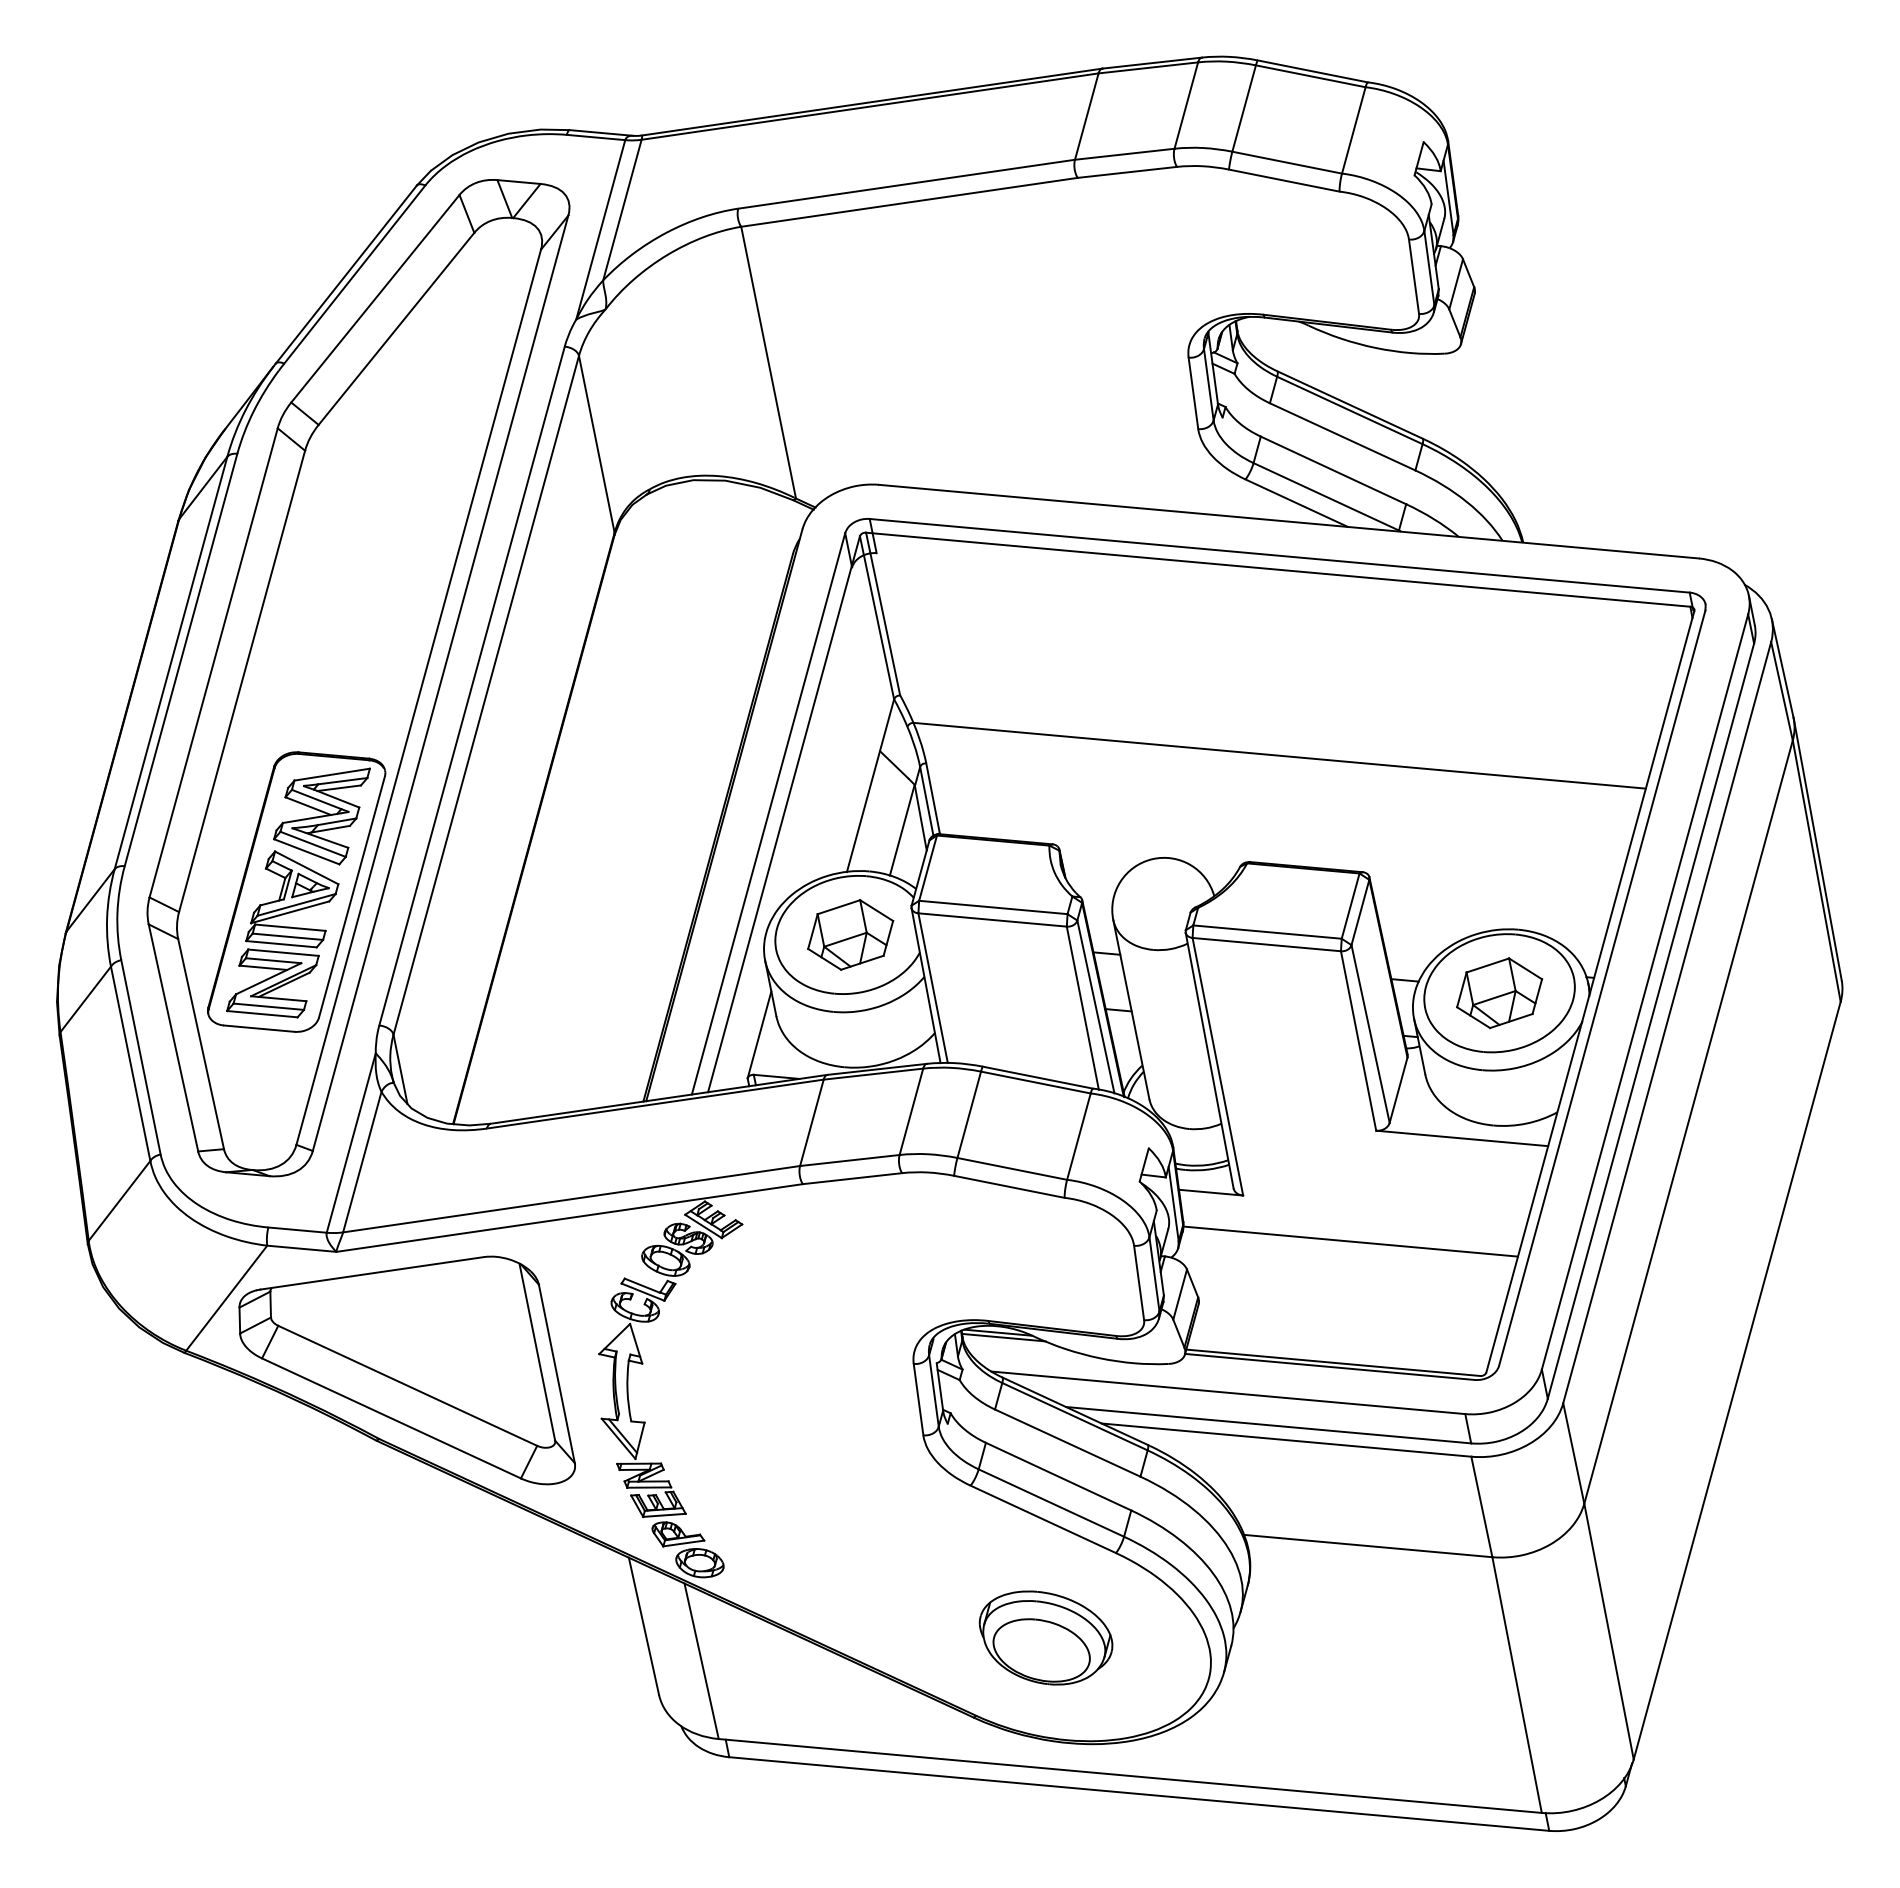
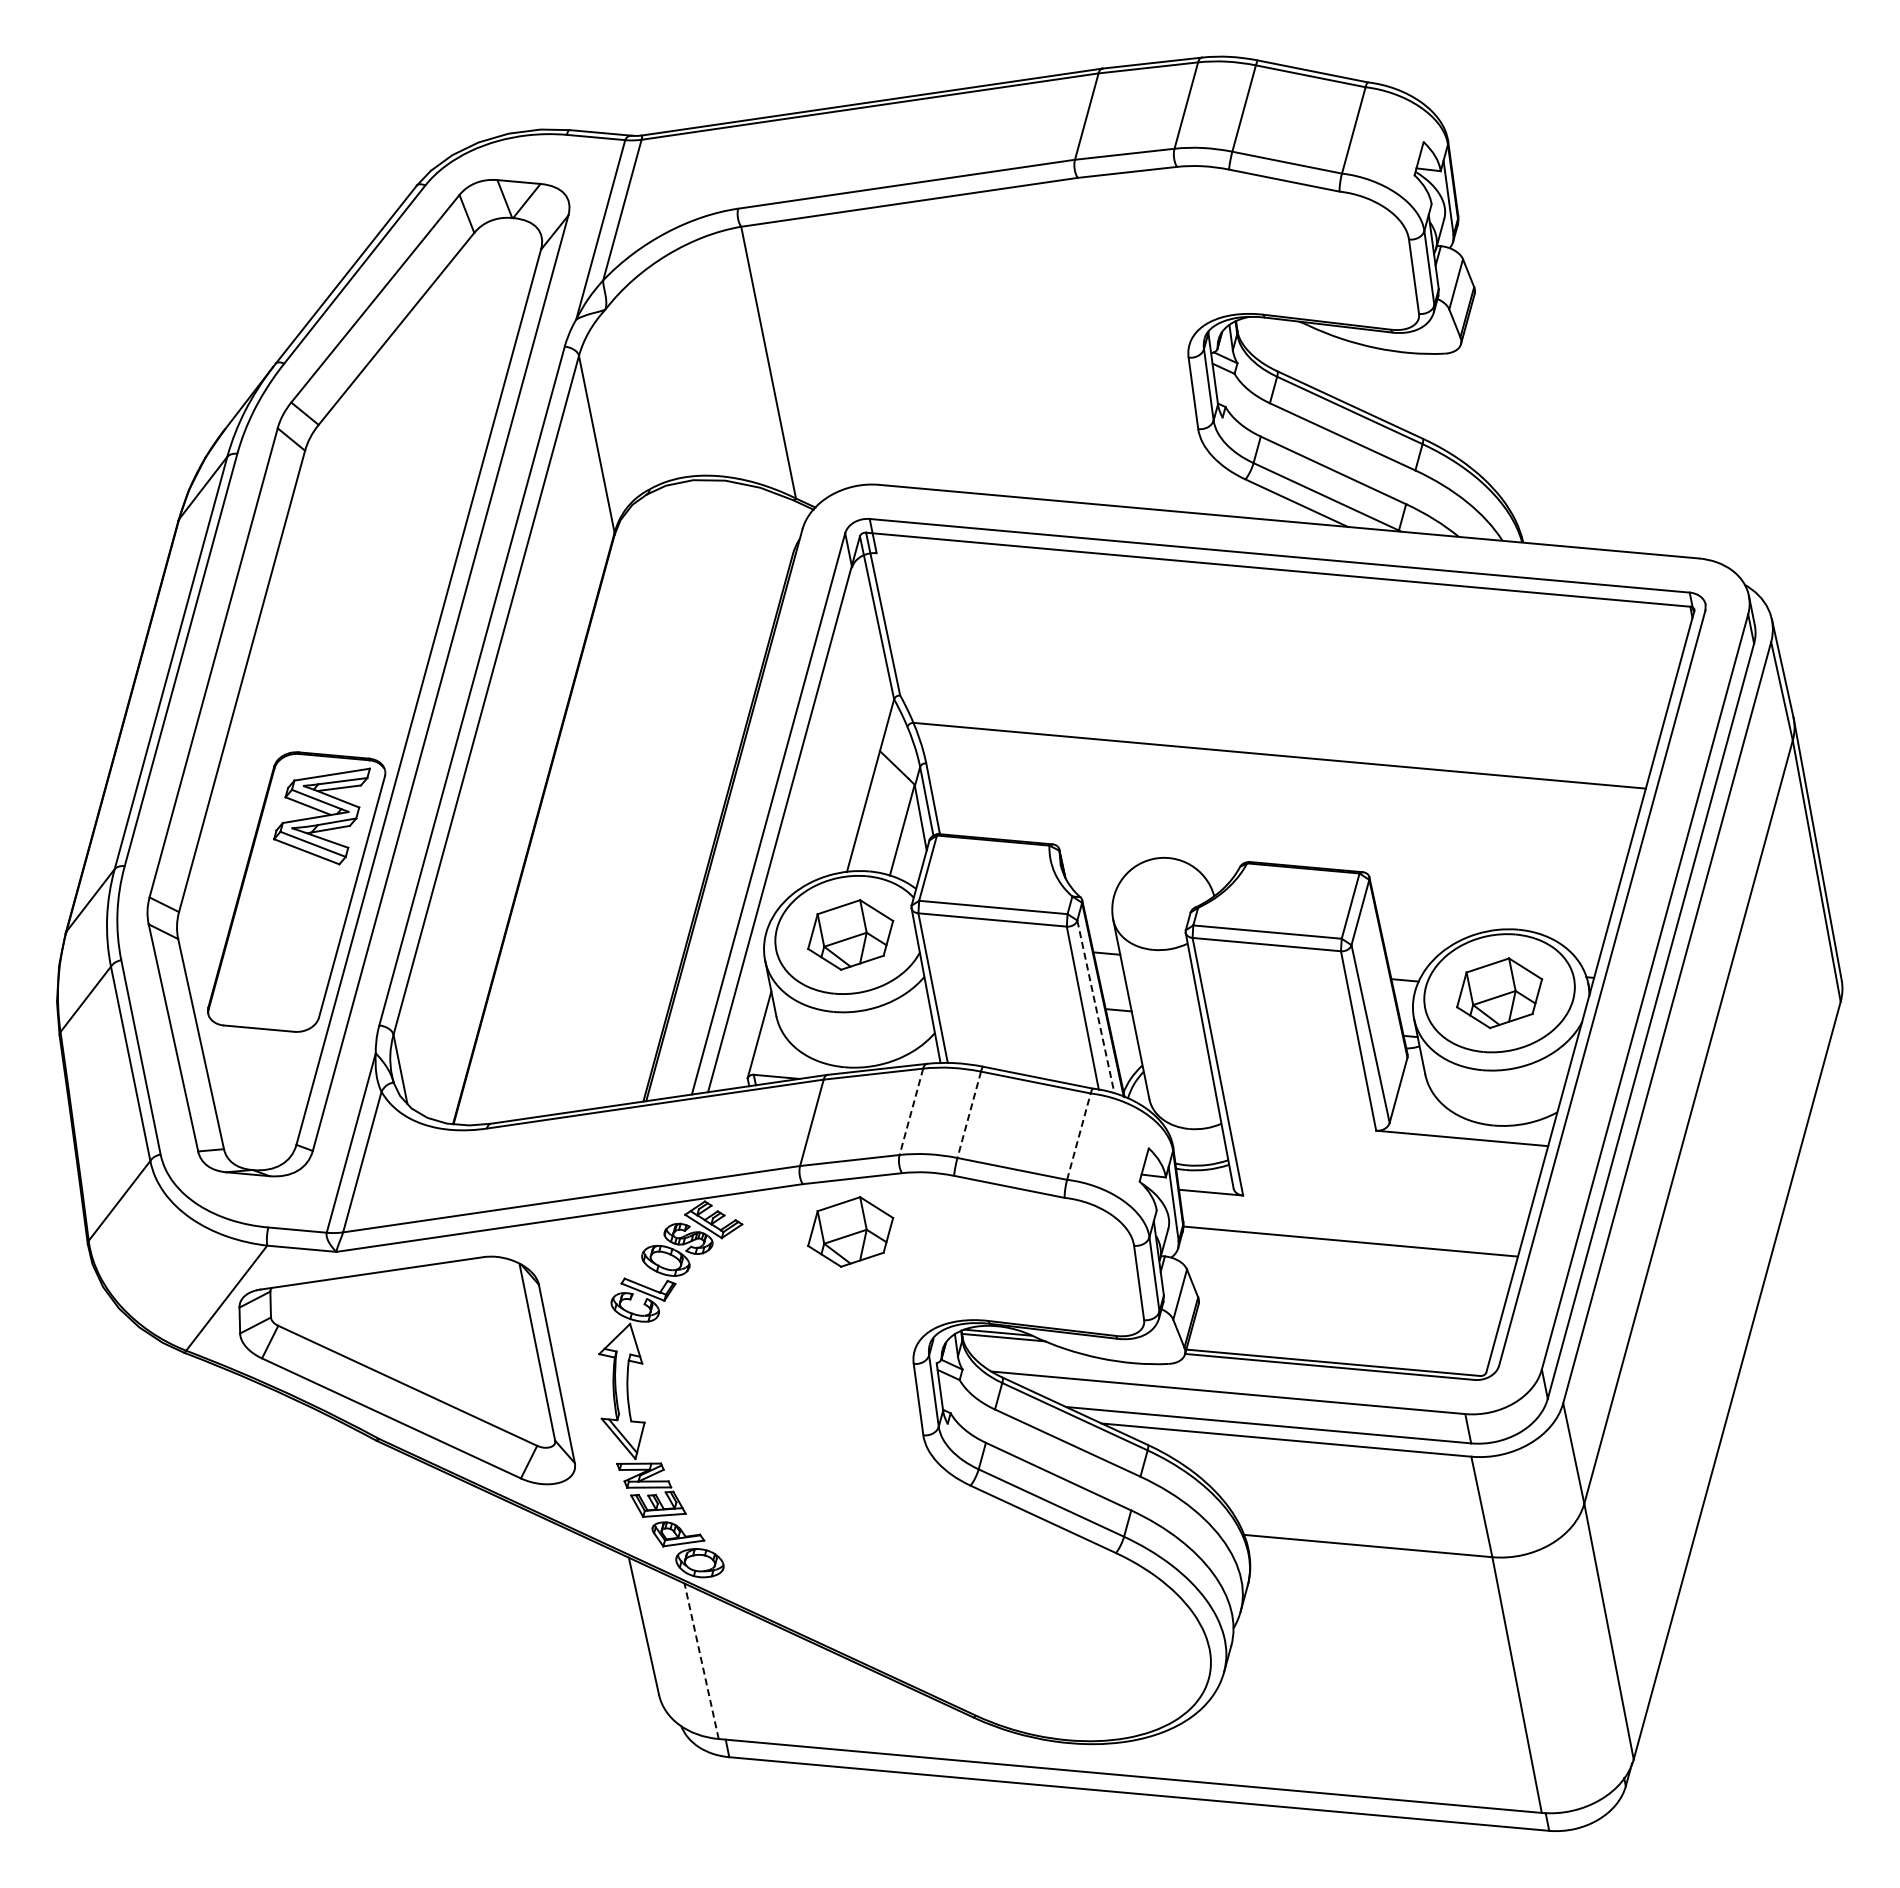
part at (282, 934): present -> none
line at (1096, 1007): solid -> dashed
line at (911, 1111): solid -> dashed
line at (969, 1114): solid -> dashed
line at (1078, 1136): solid -> dashed
part at (850, 1231): none -> present
part at (1045, 1637): present -> none
line at (701, 1661): solid -> dashed
